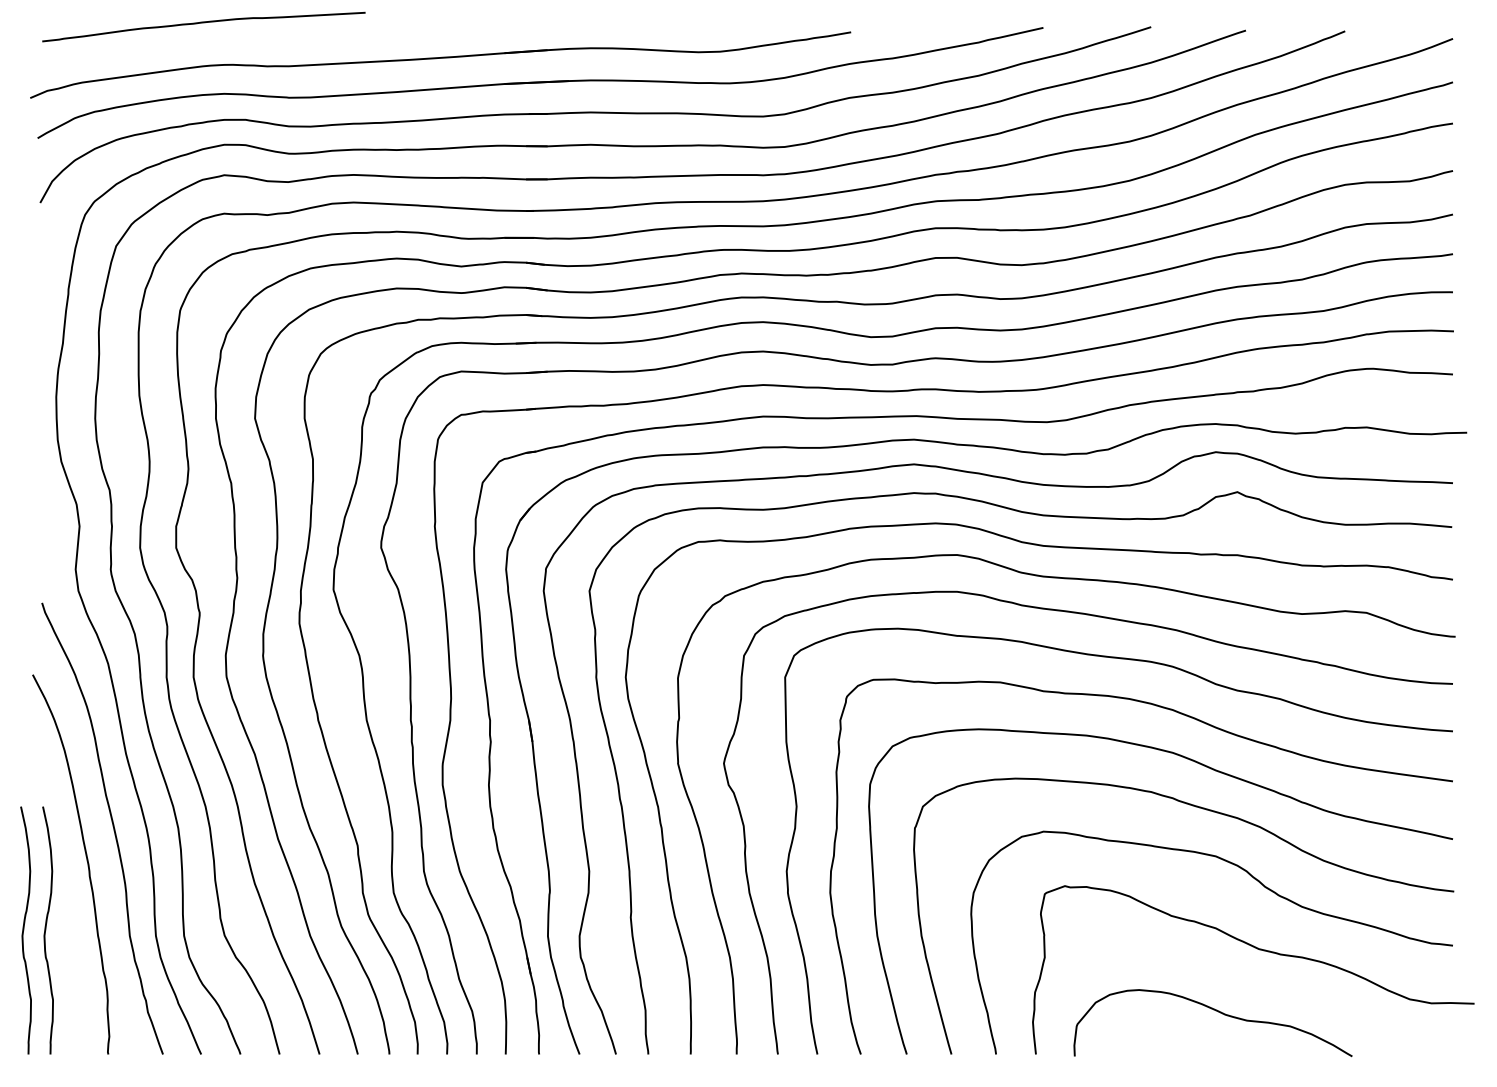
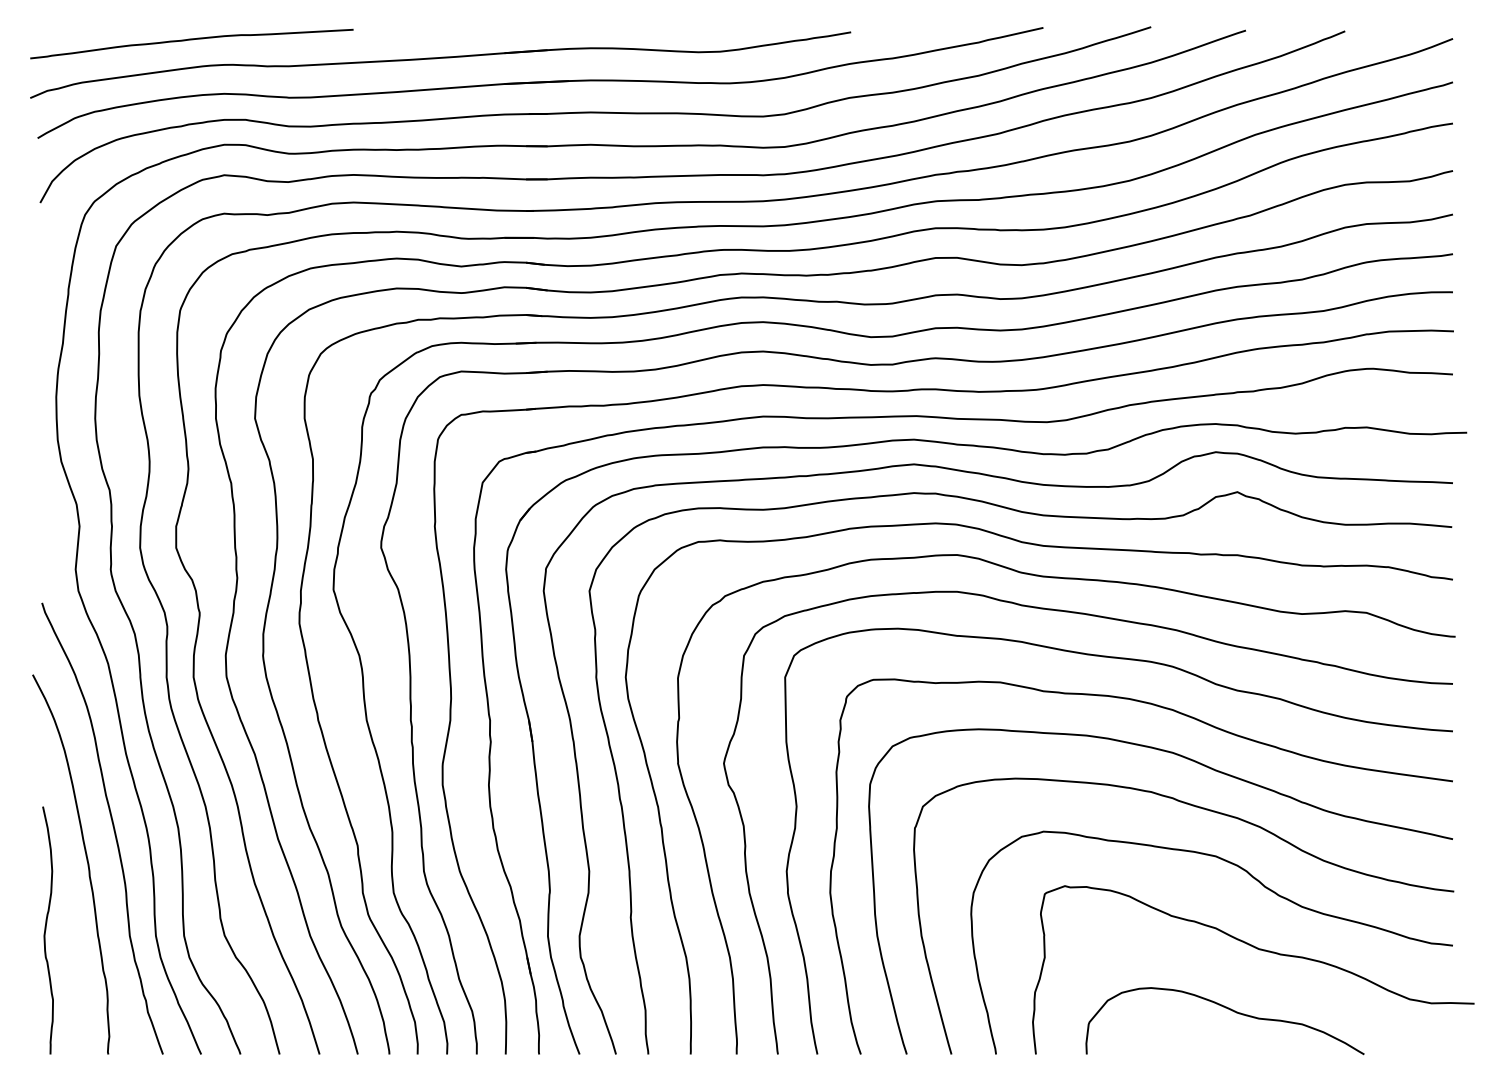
curve at (203, 23) position: (203, 23) -> (191, 40)
curve at (24, 930): present -> none
curve at (1215, 1011) position: (1215, 1011) -> (1227, 1009)
